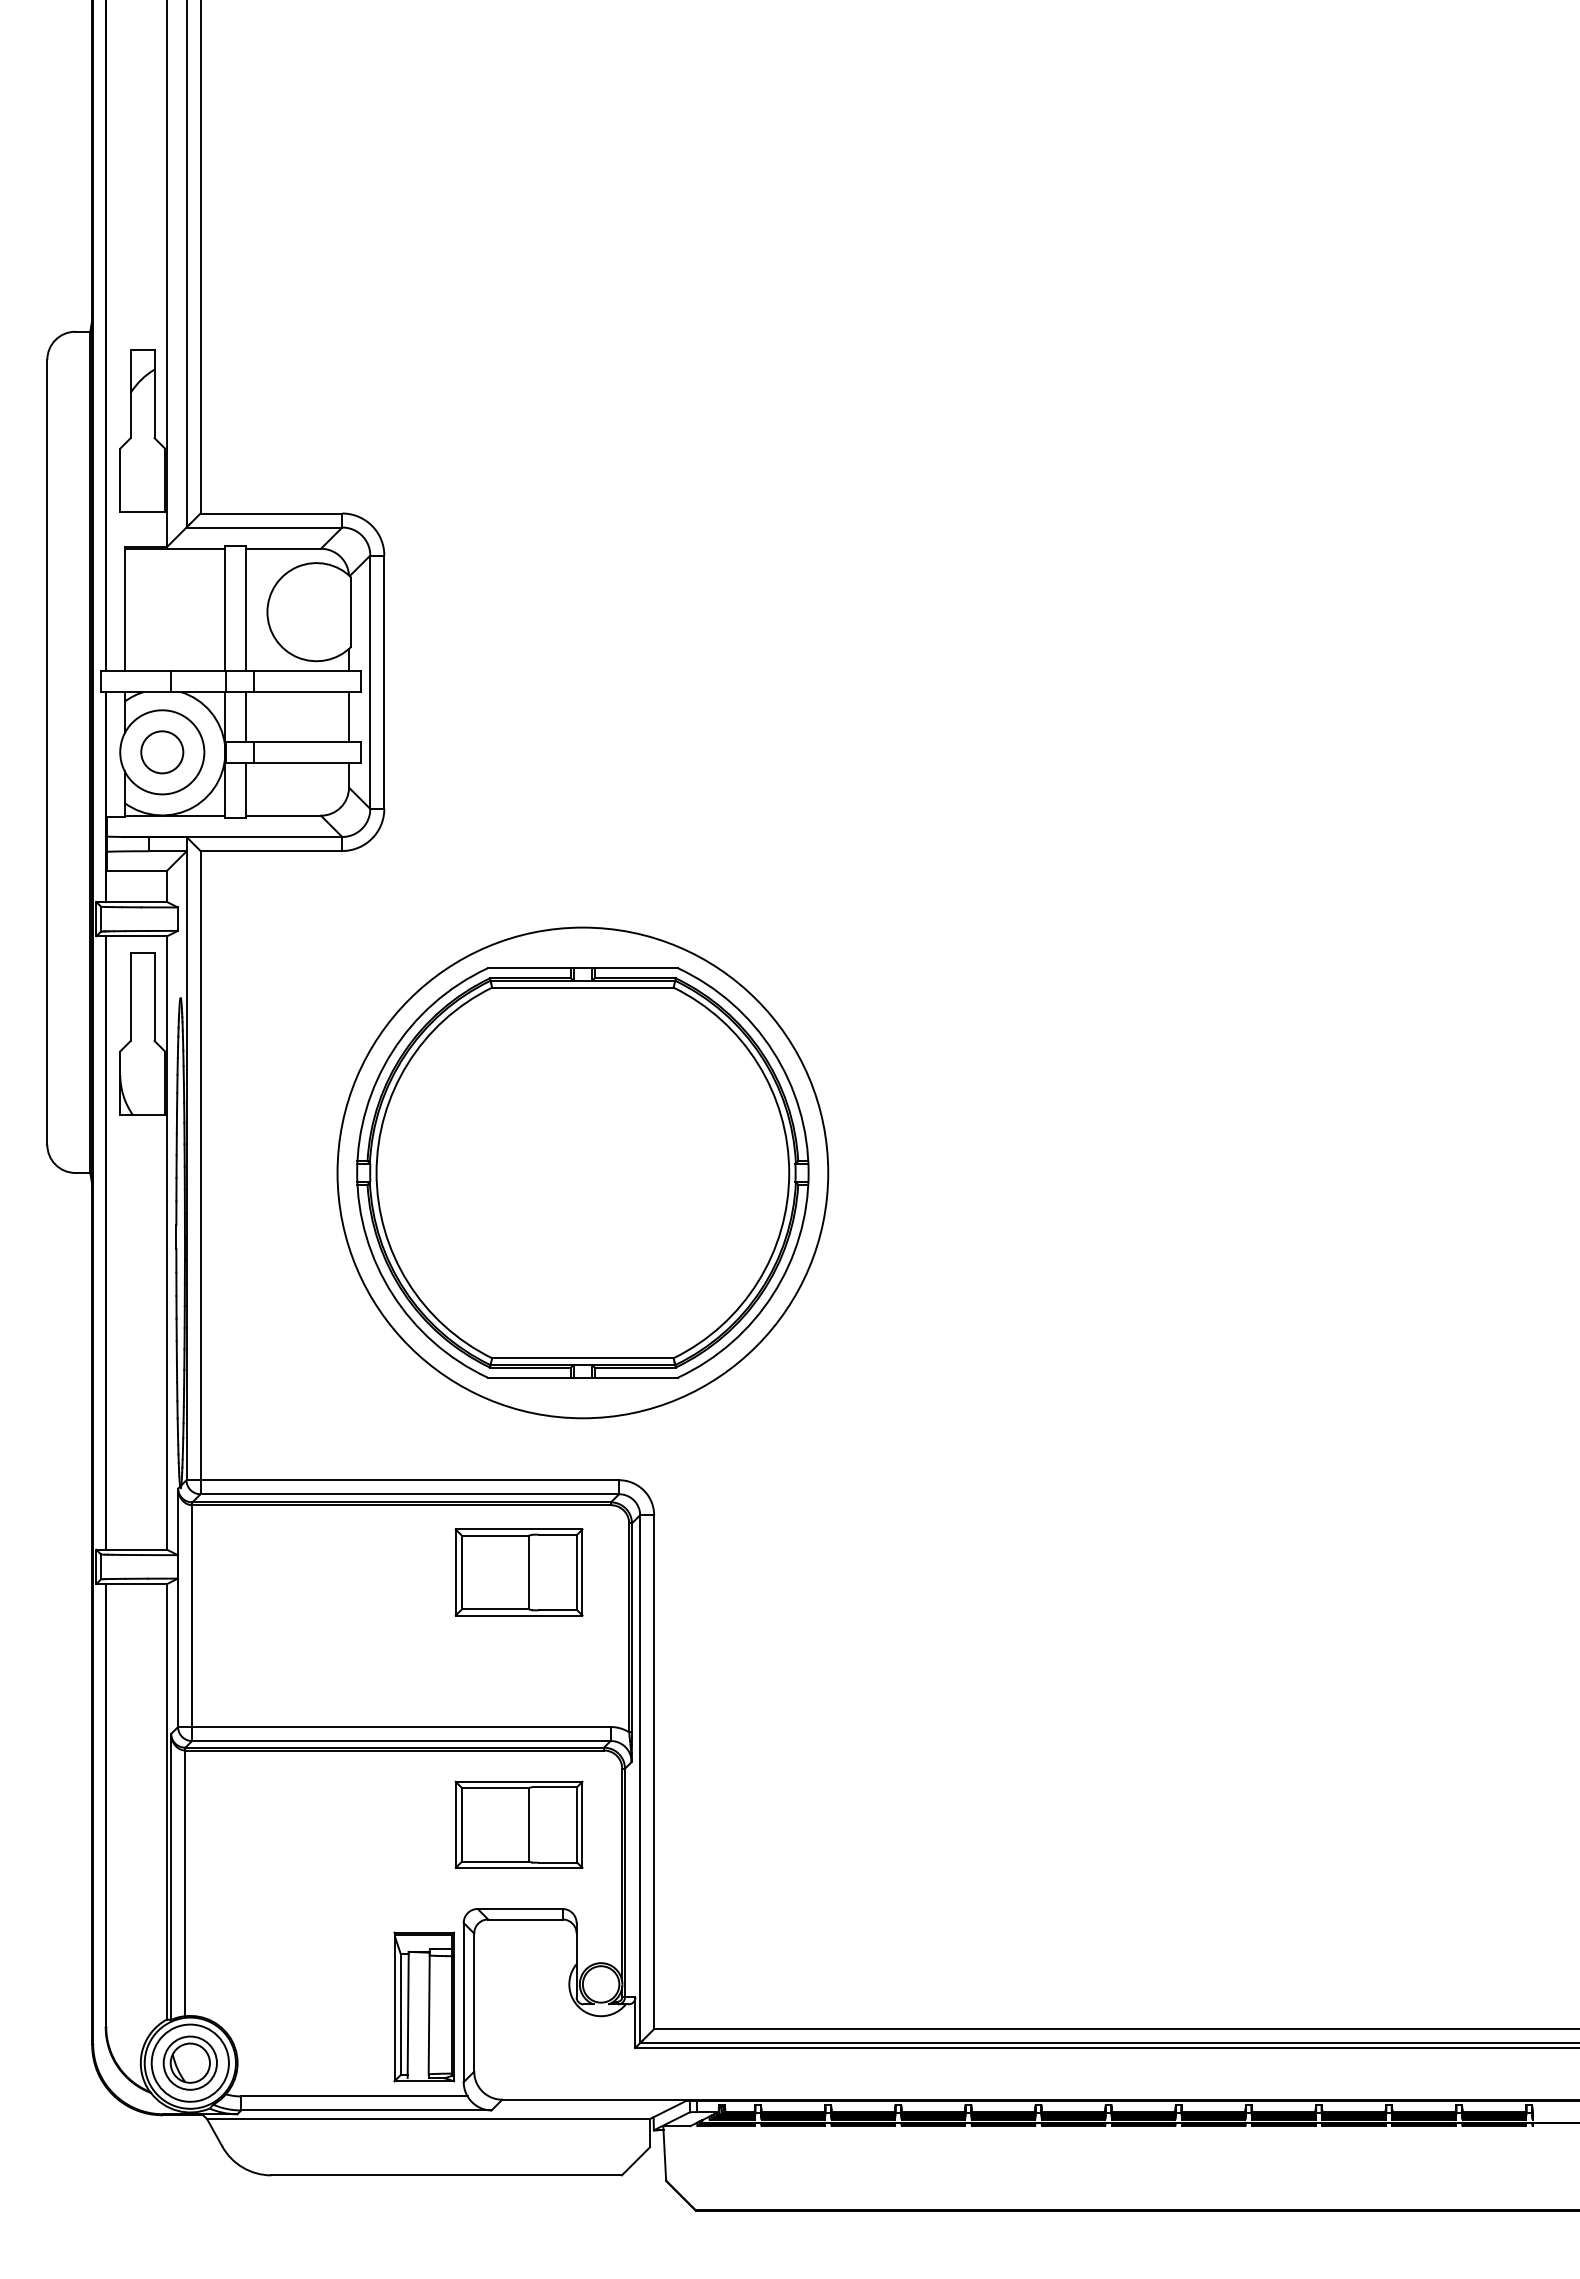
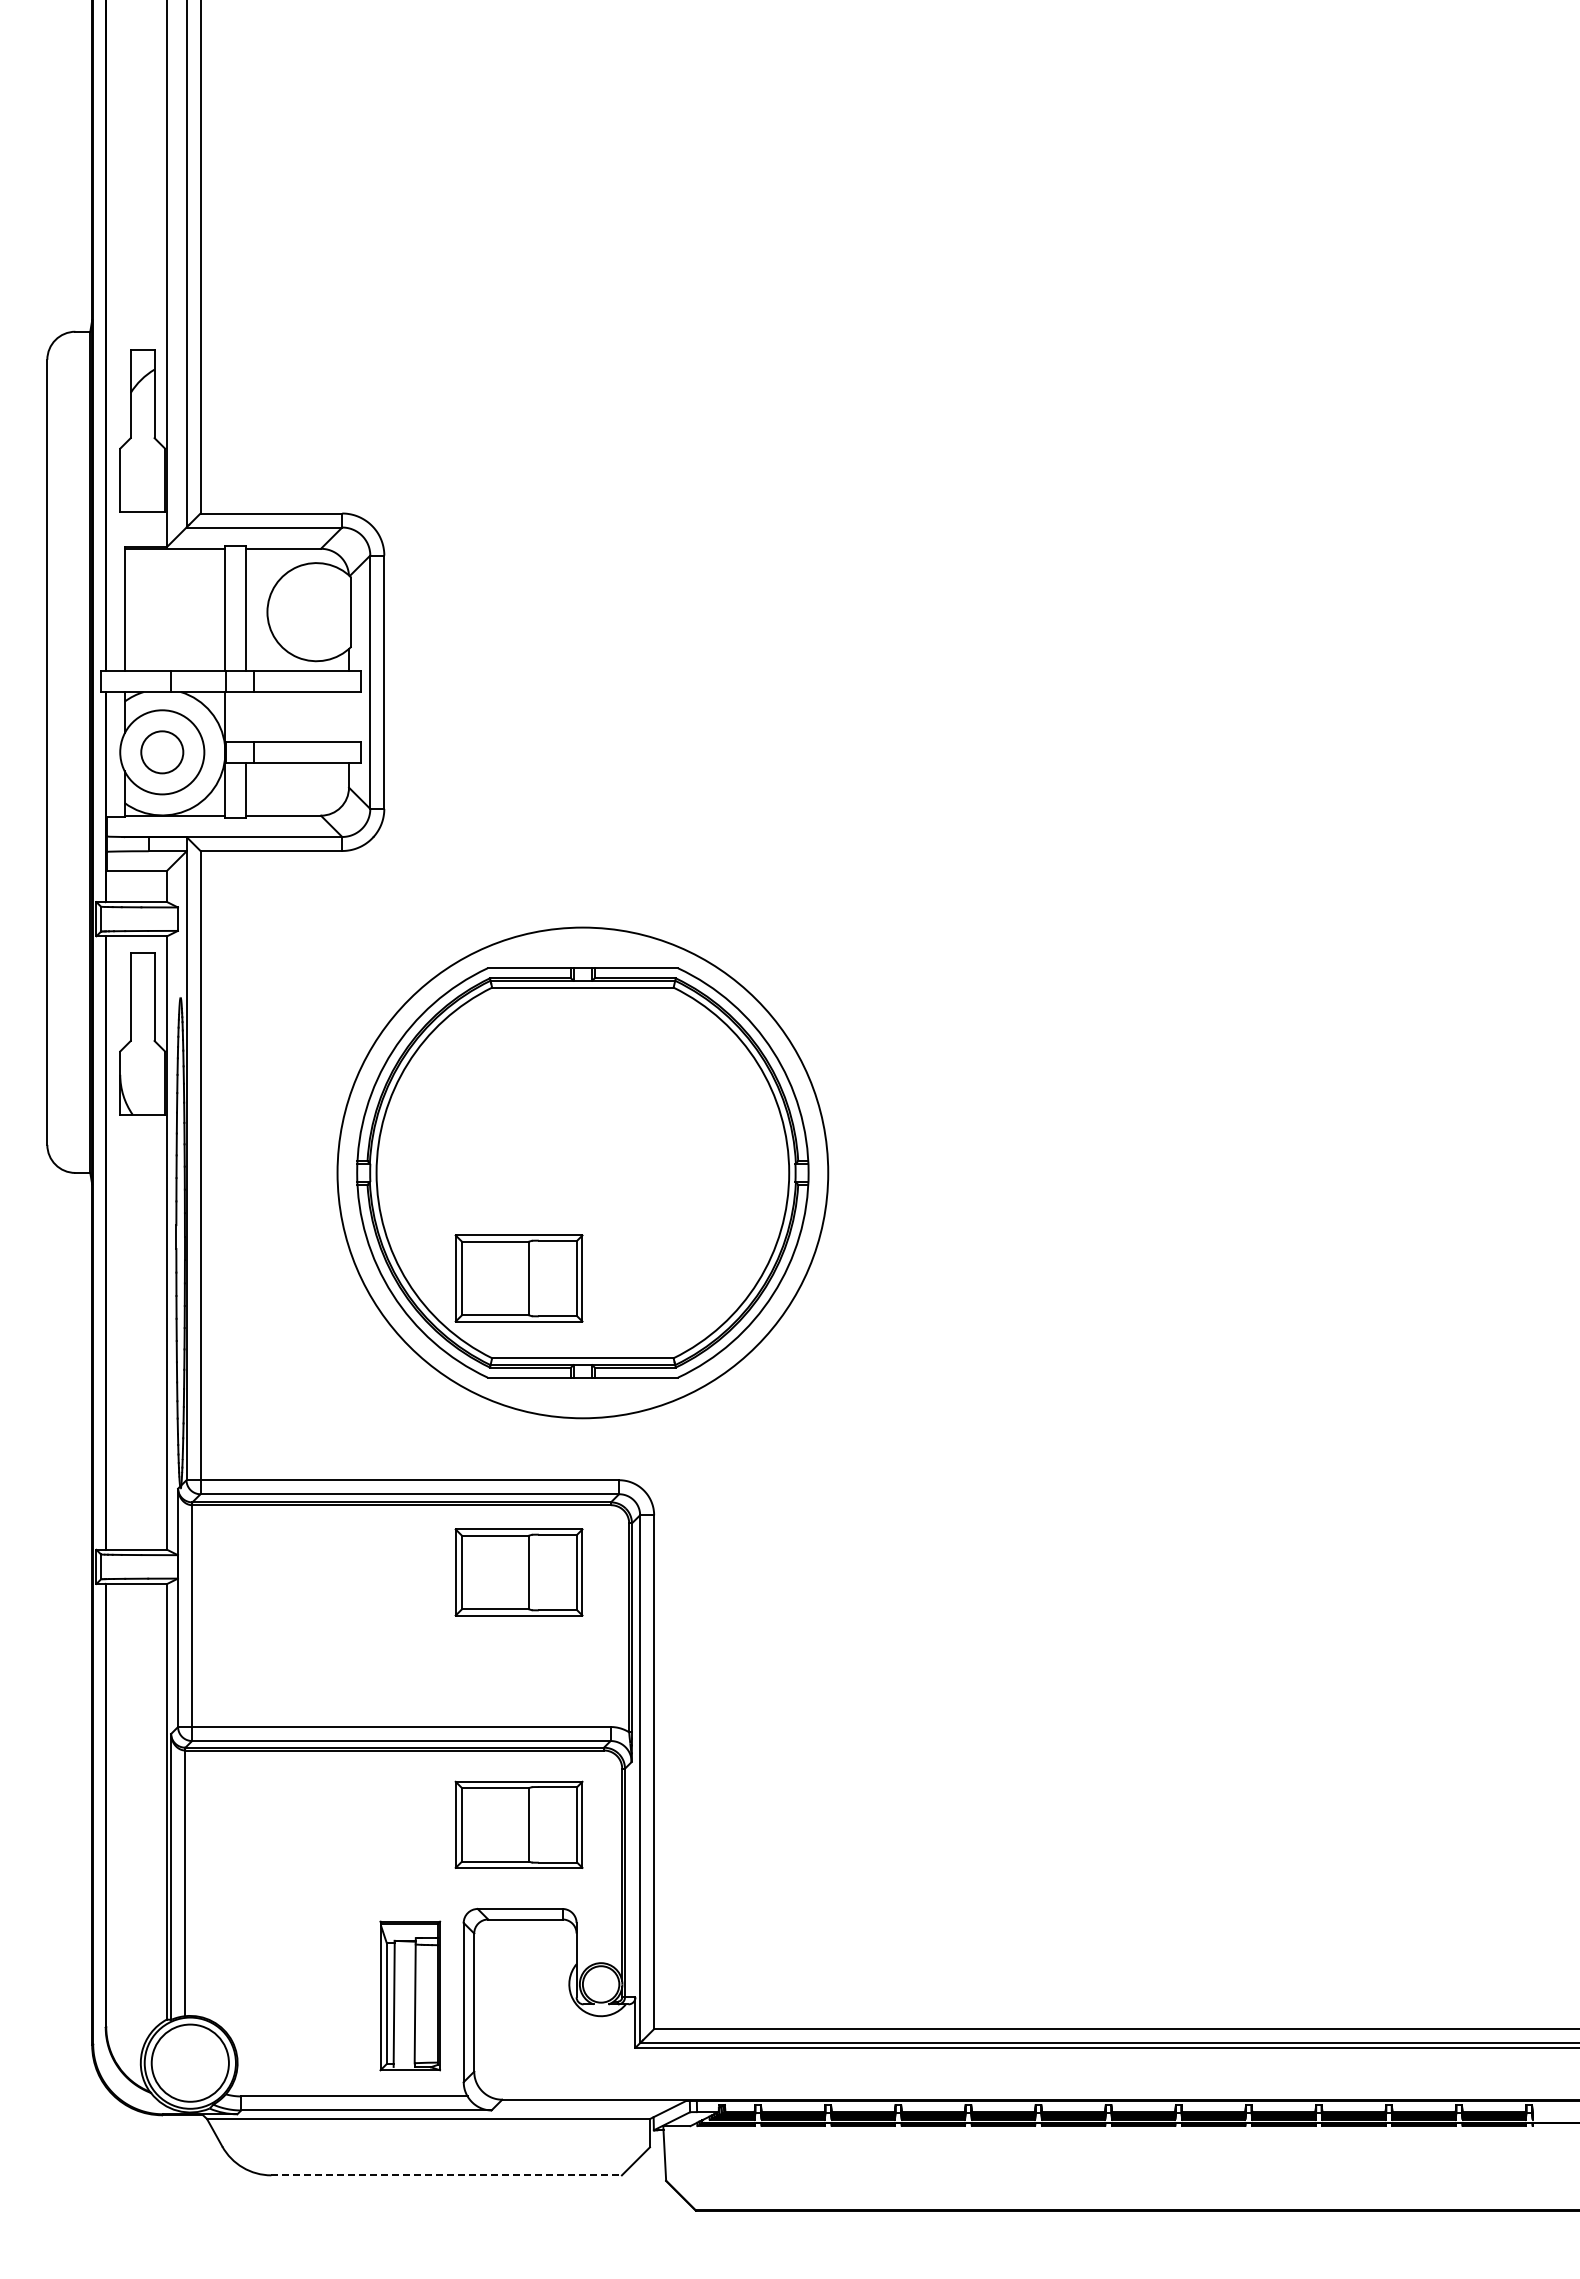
line at (246, 716): present -> none
line at (349, 716): present -> none
part at (518, 1278): none -> present
part at (424, 2006) position: (424, 2006) -> (410, 1995)
part at (189, 2062): present -> none
line at (447, 2175): solid -> dashed
